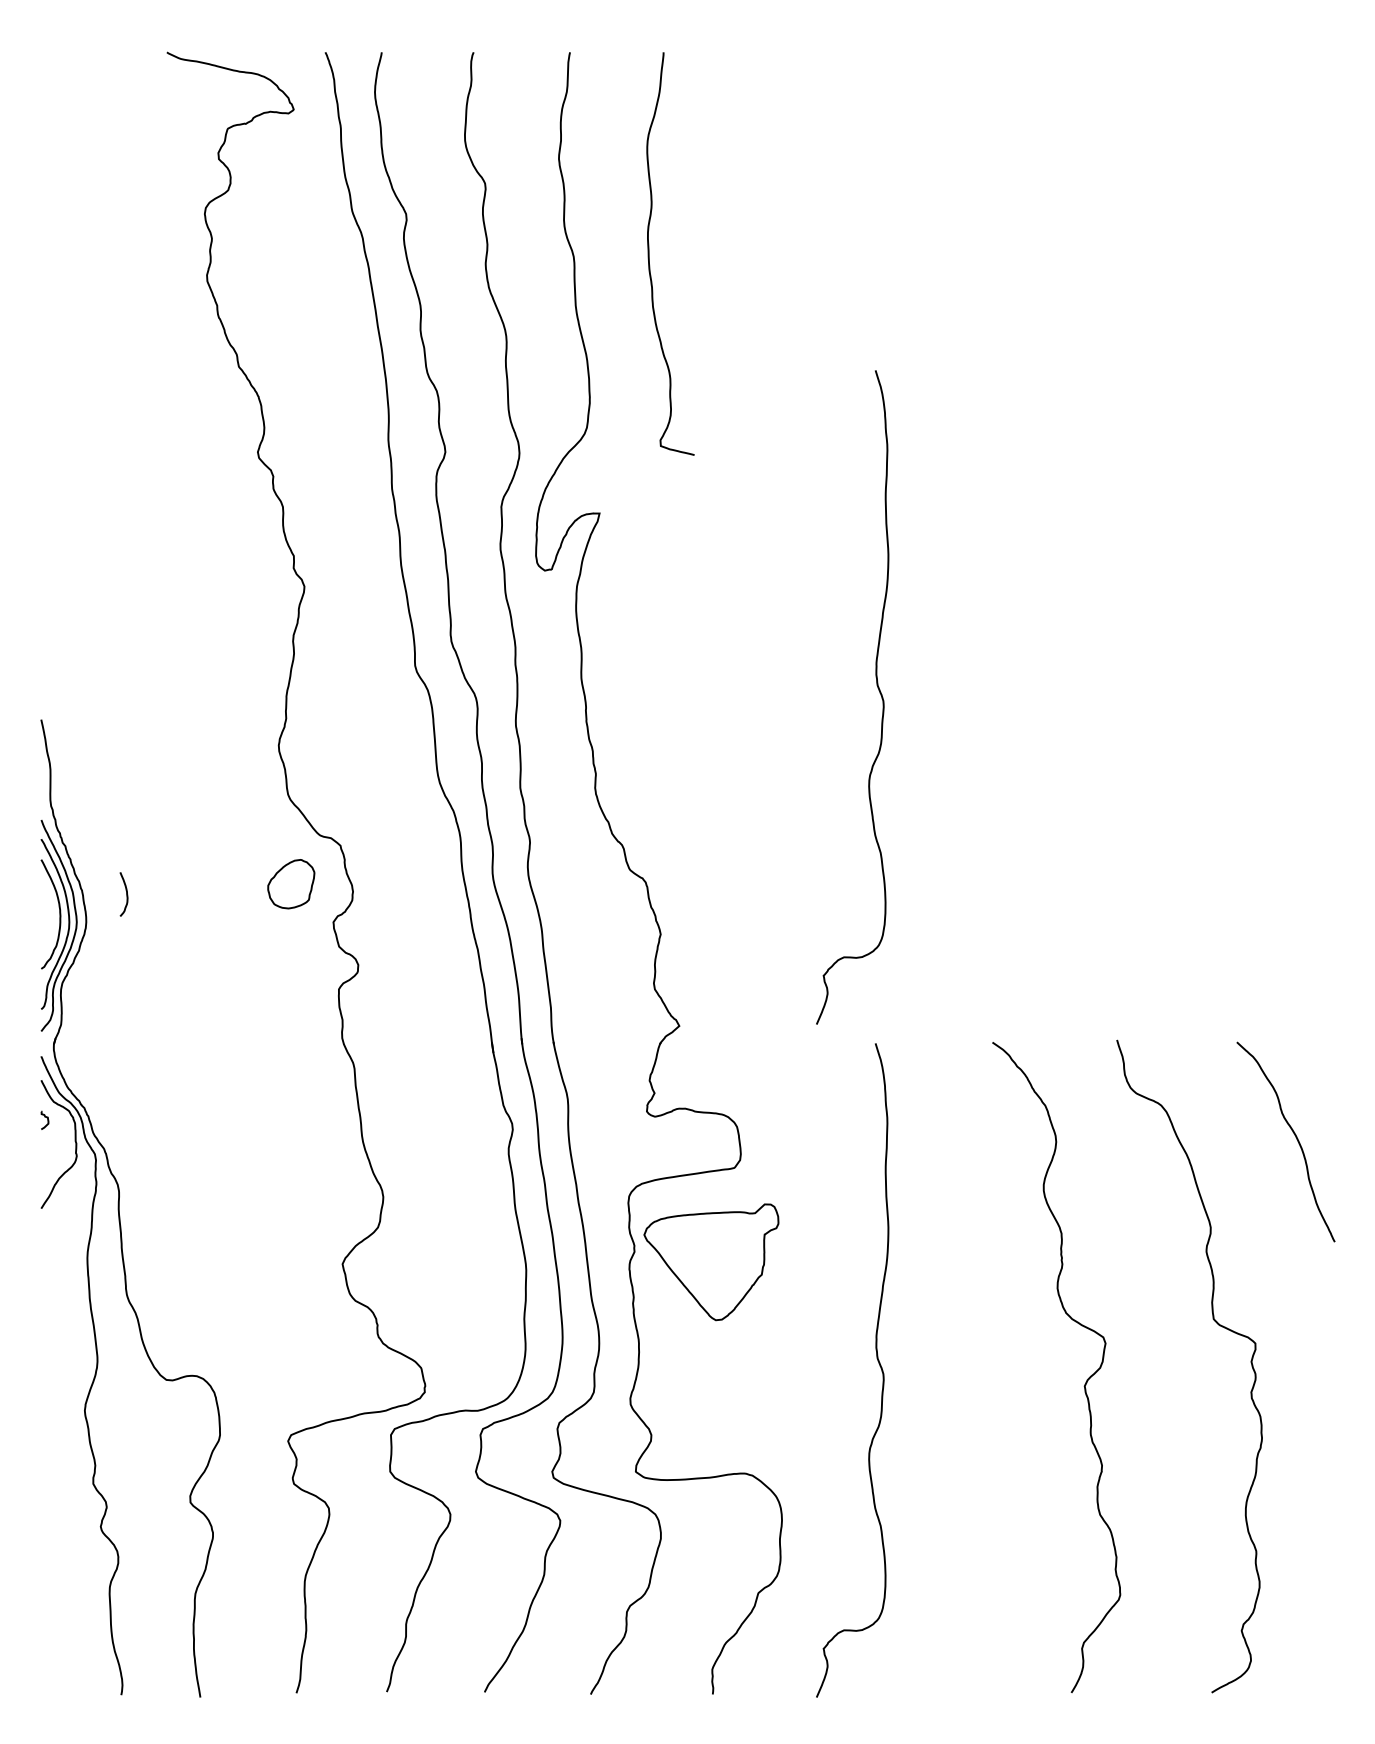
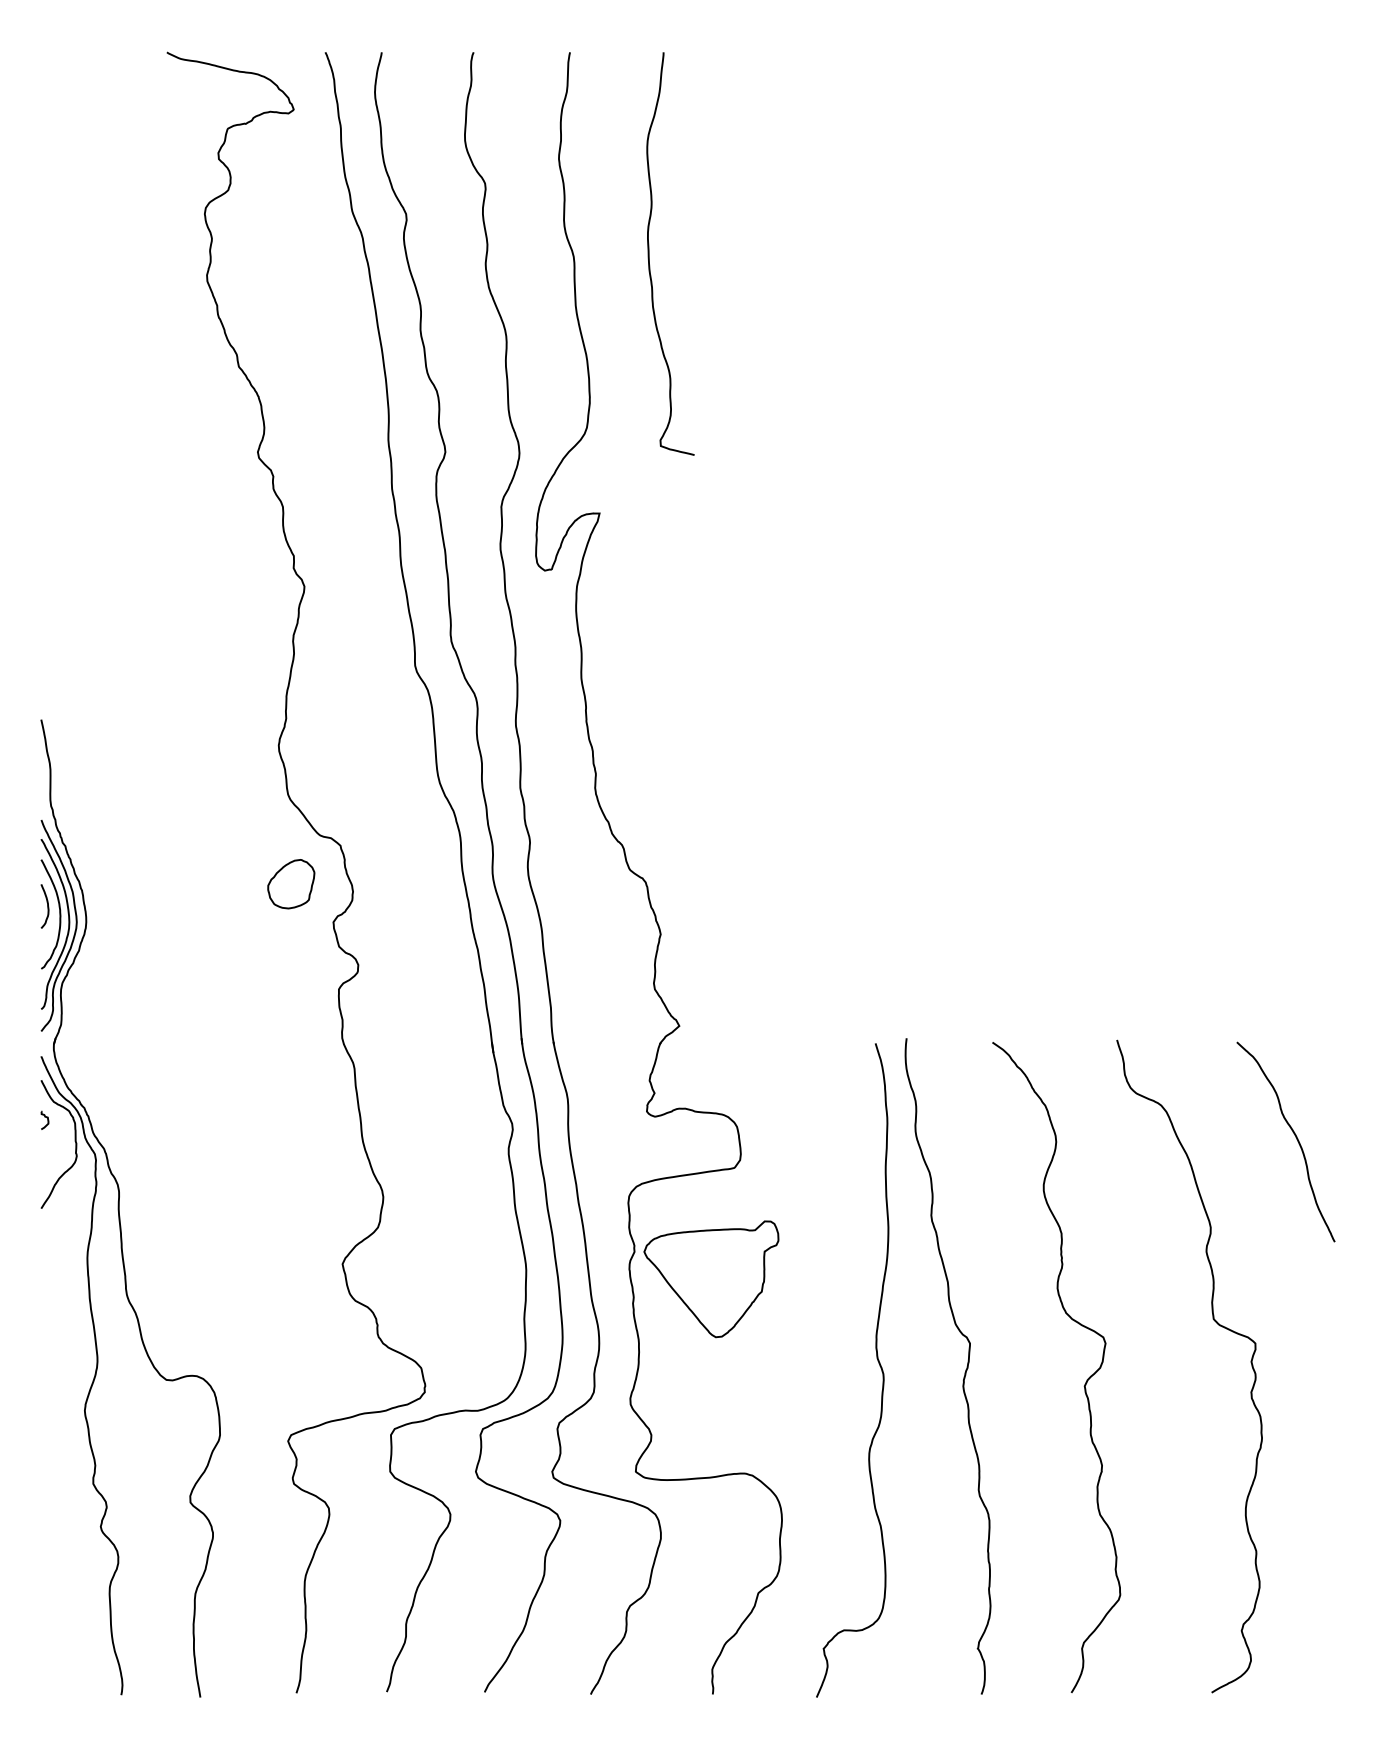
curve at (877, 688): present -> none
curve at (126, 894) position: (126, 894) -> (47, 906)
part at (711, 1262) position: (711, 1262) -> (711, 1279)
curve at (964, 1372): none -> present
